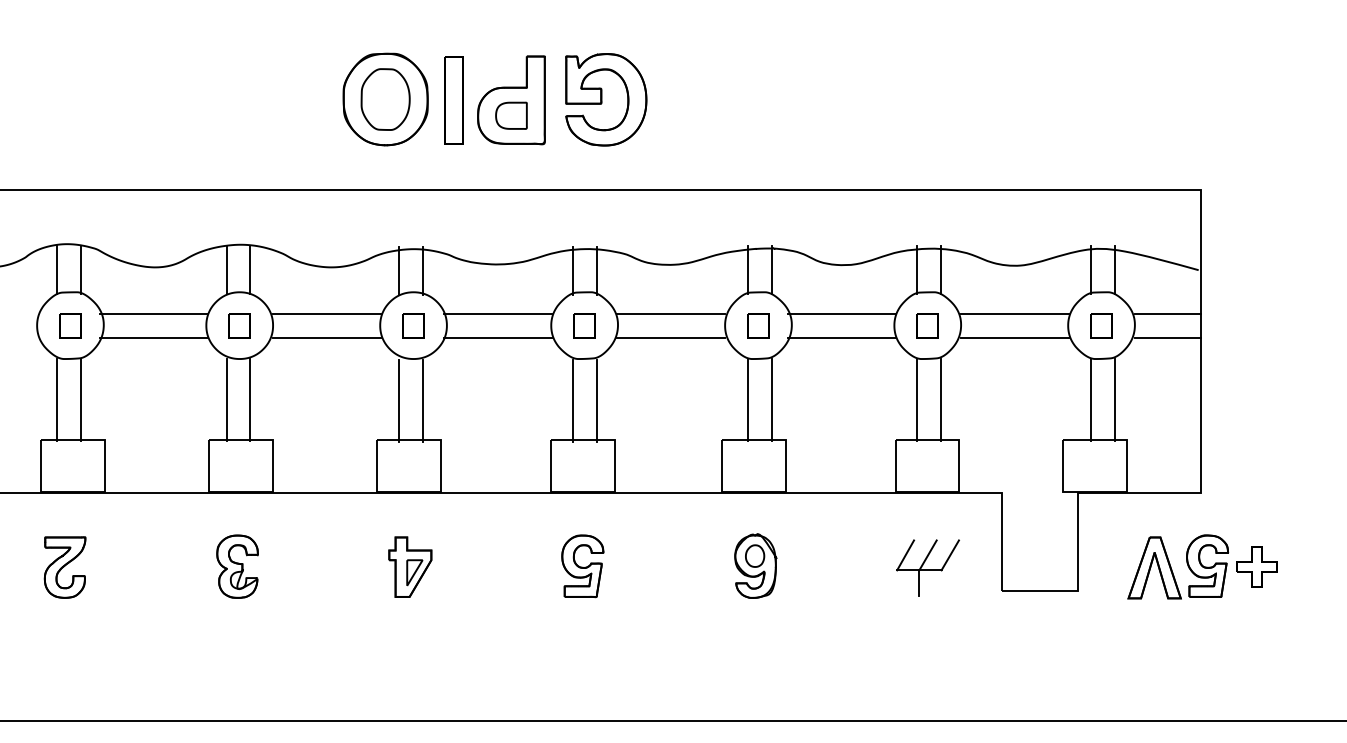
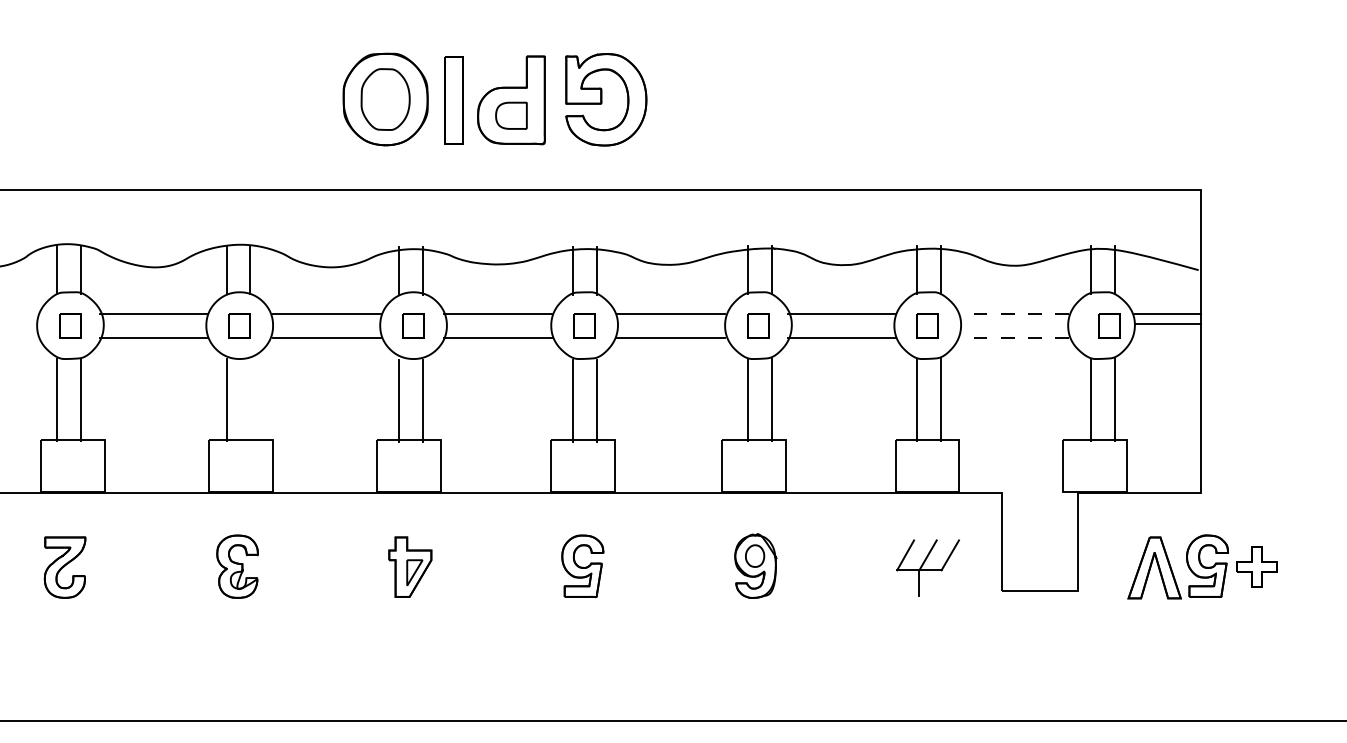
line at (1014, 313): solid -> dashed
part at (1101, 325) position: (1101, 325) -> (1109, 325)
line at (1014, 337): solid -> dashed
line at (1167, 337) position: (1167, 337) -> (1167, 323)
line at (250, 399): present -> none
